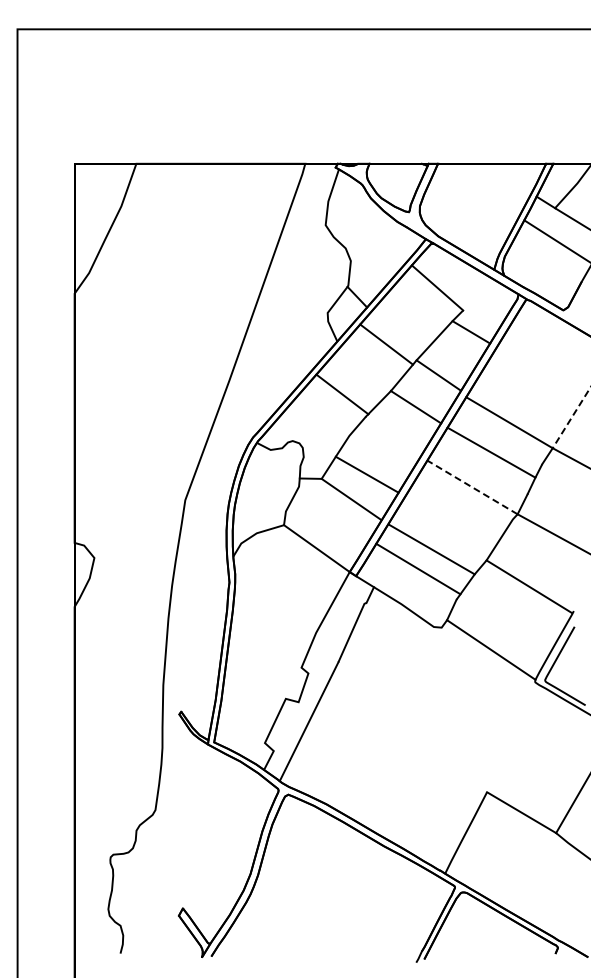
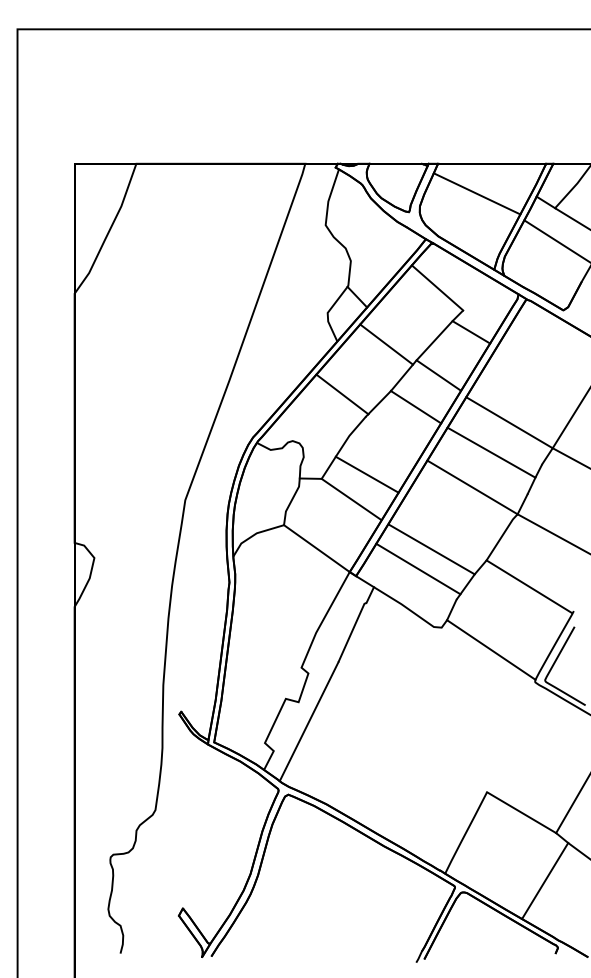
line at (476, 193): none -> present
line at (571, 417): dashed -> solid
line at (472, 487): dashed -> solid
line at (545, 881): none -> present
